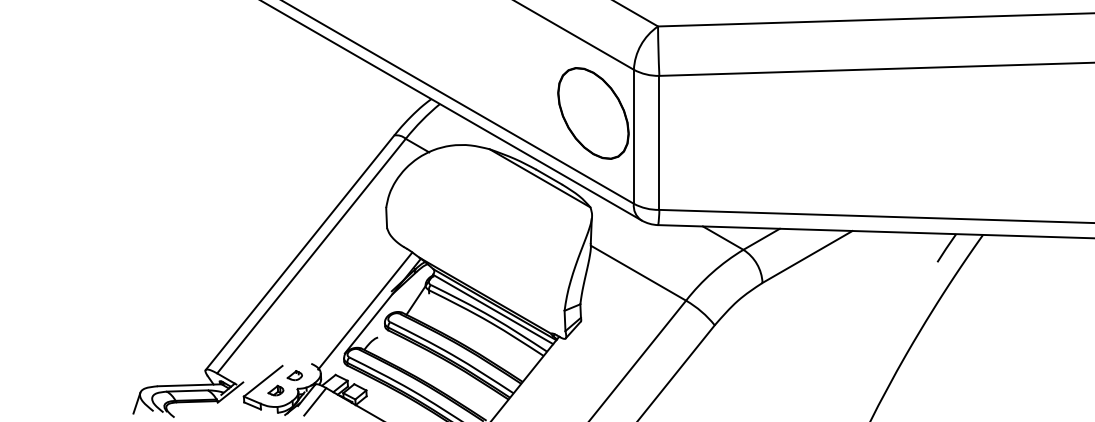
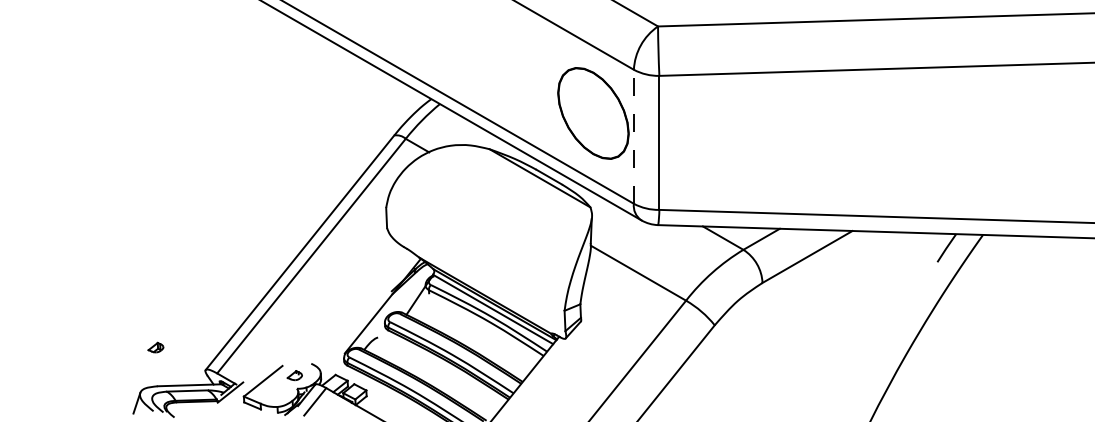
line at (633, 136): solid -> dashed
line at (365, 310): present -> none
part at (275, 390) position: (275, 390) -> (155, 347)
